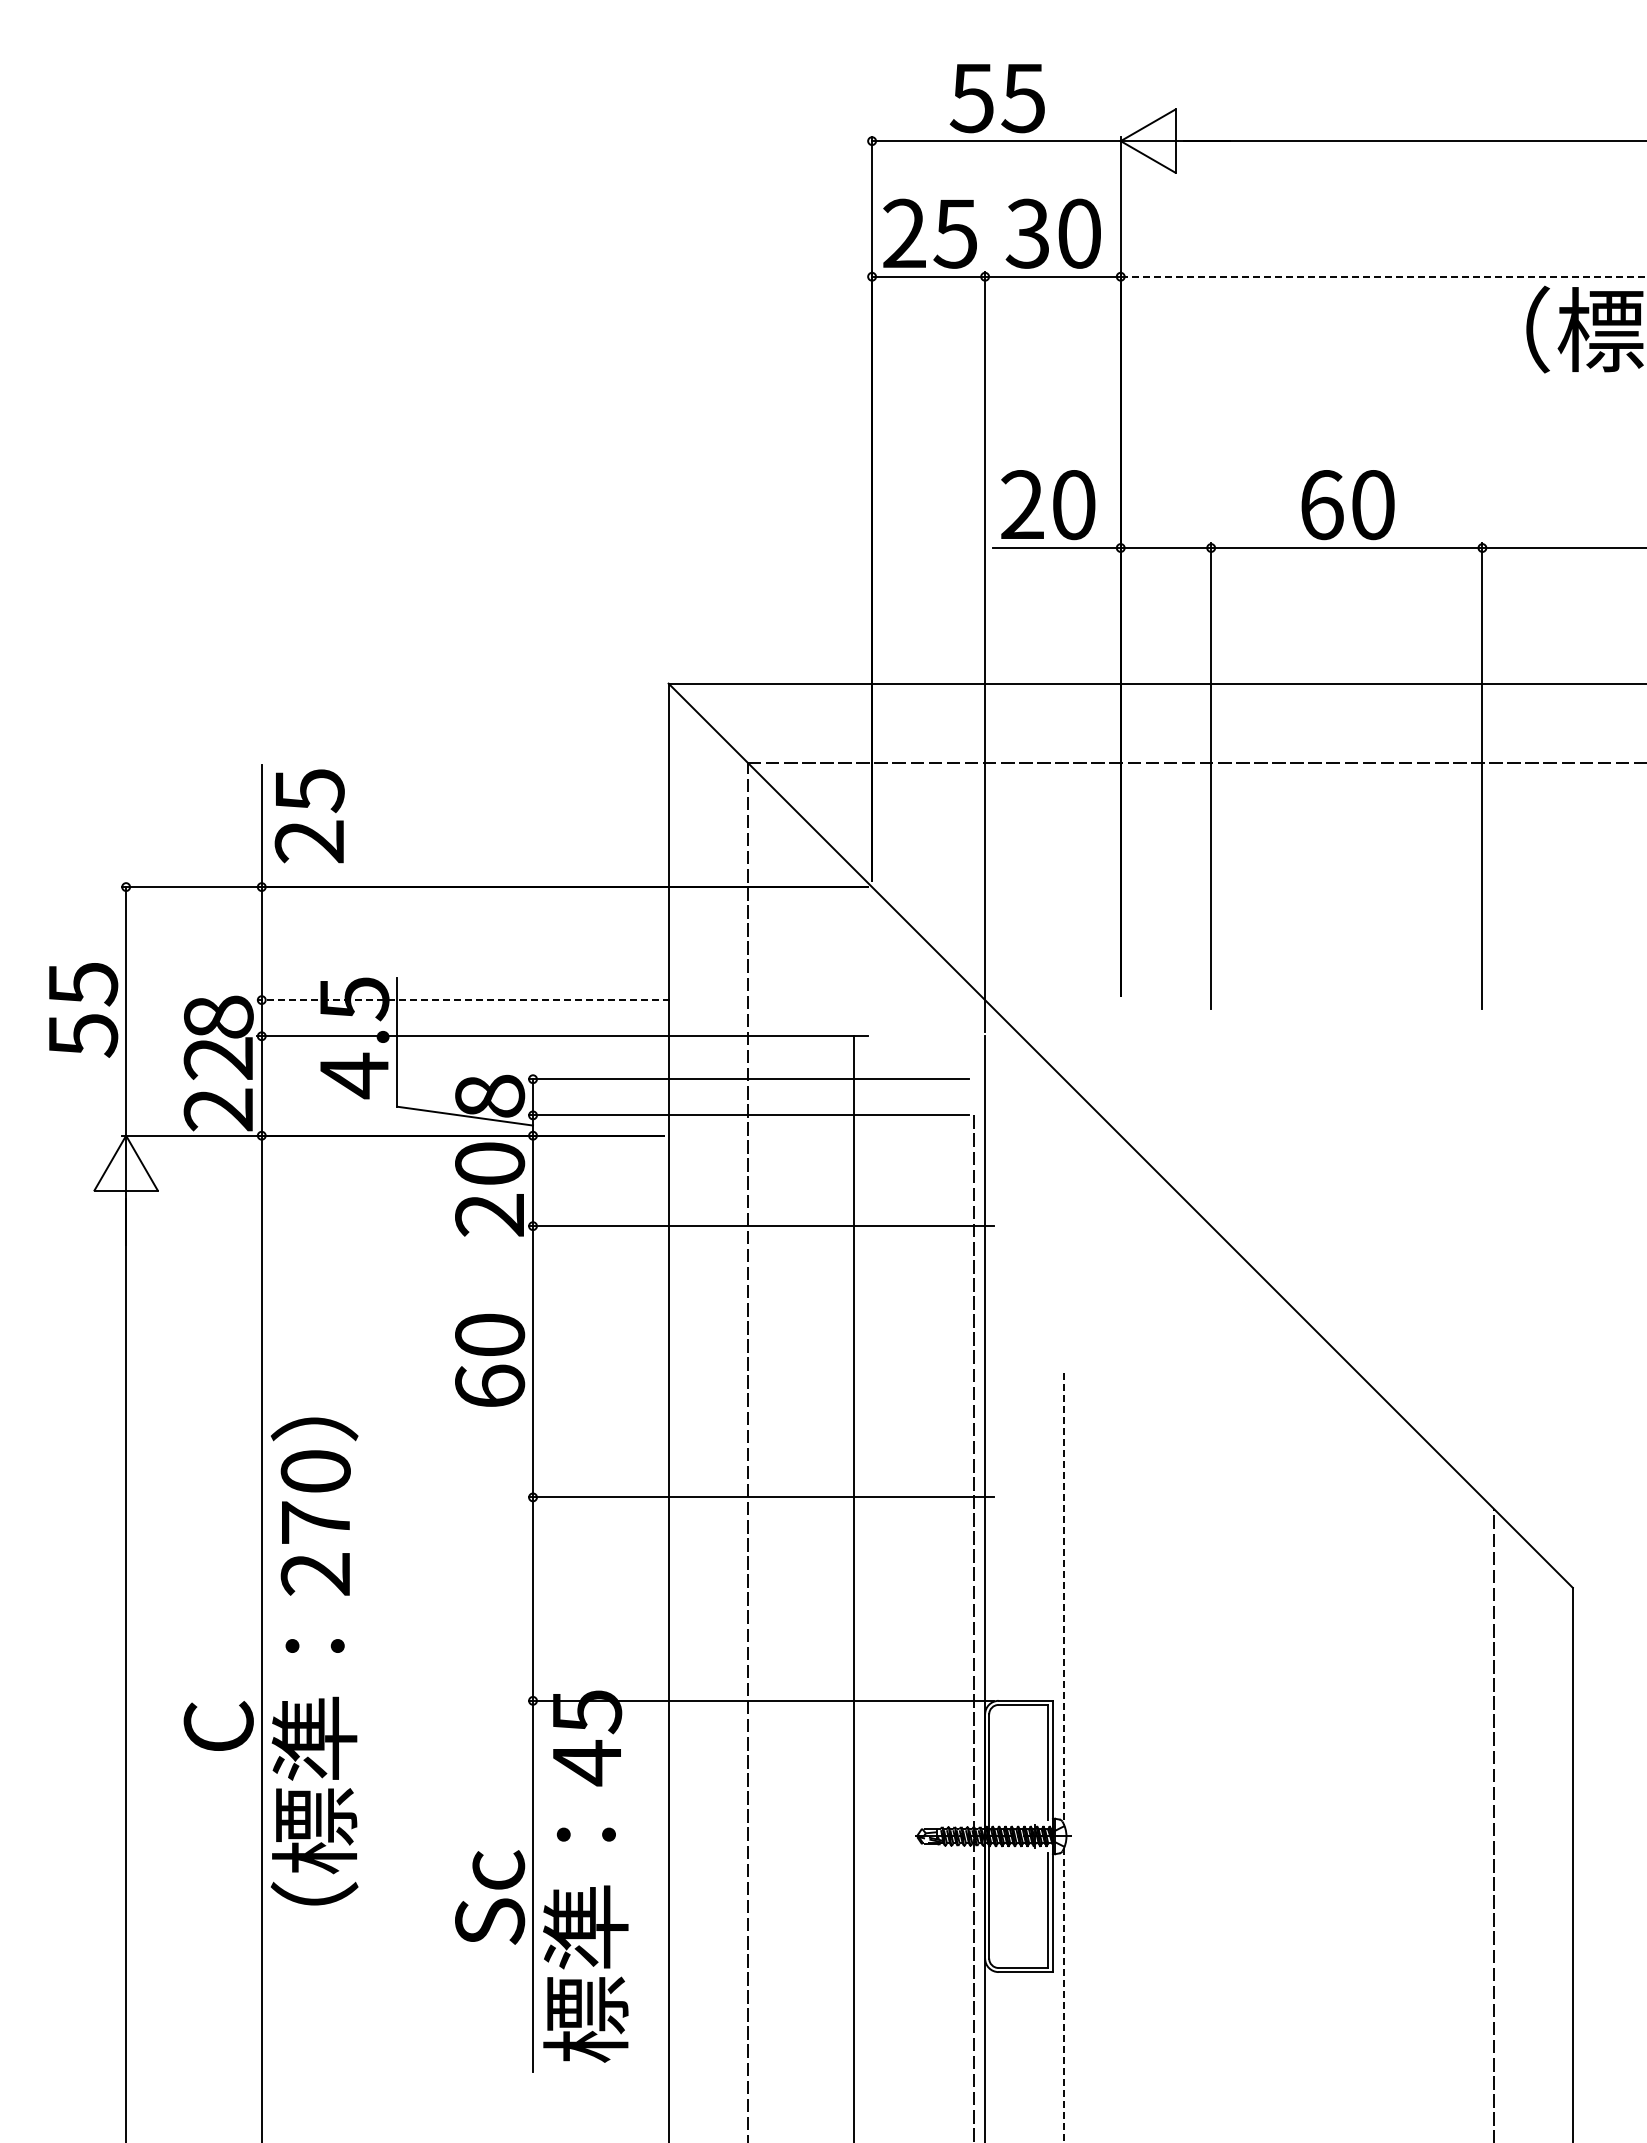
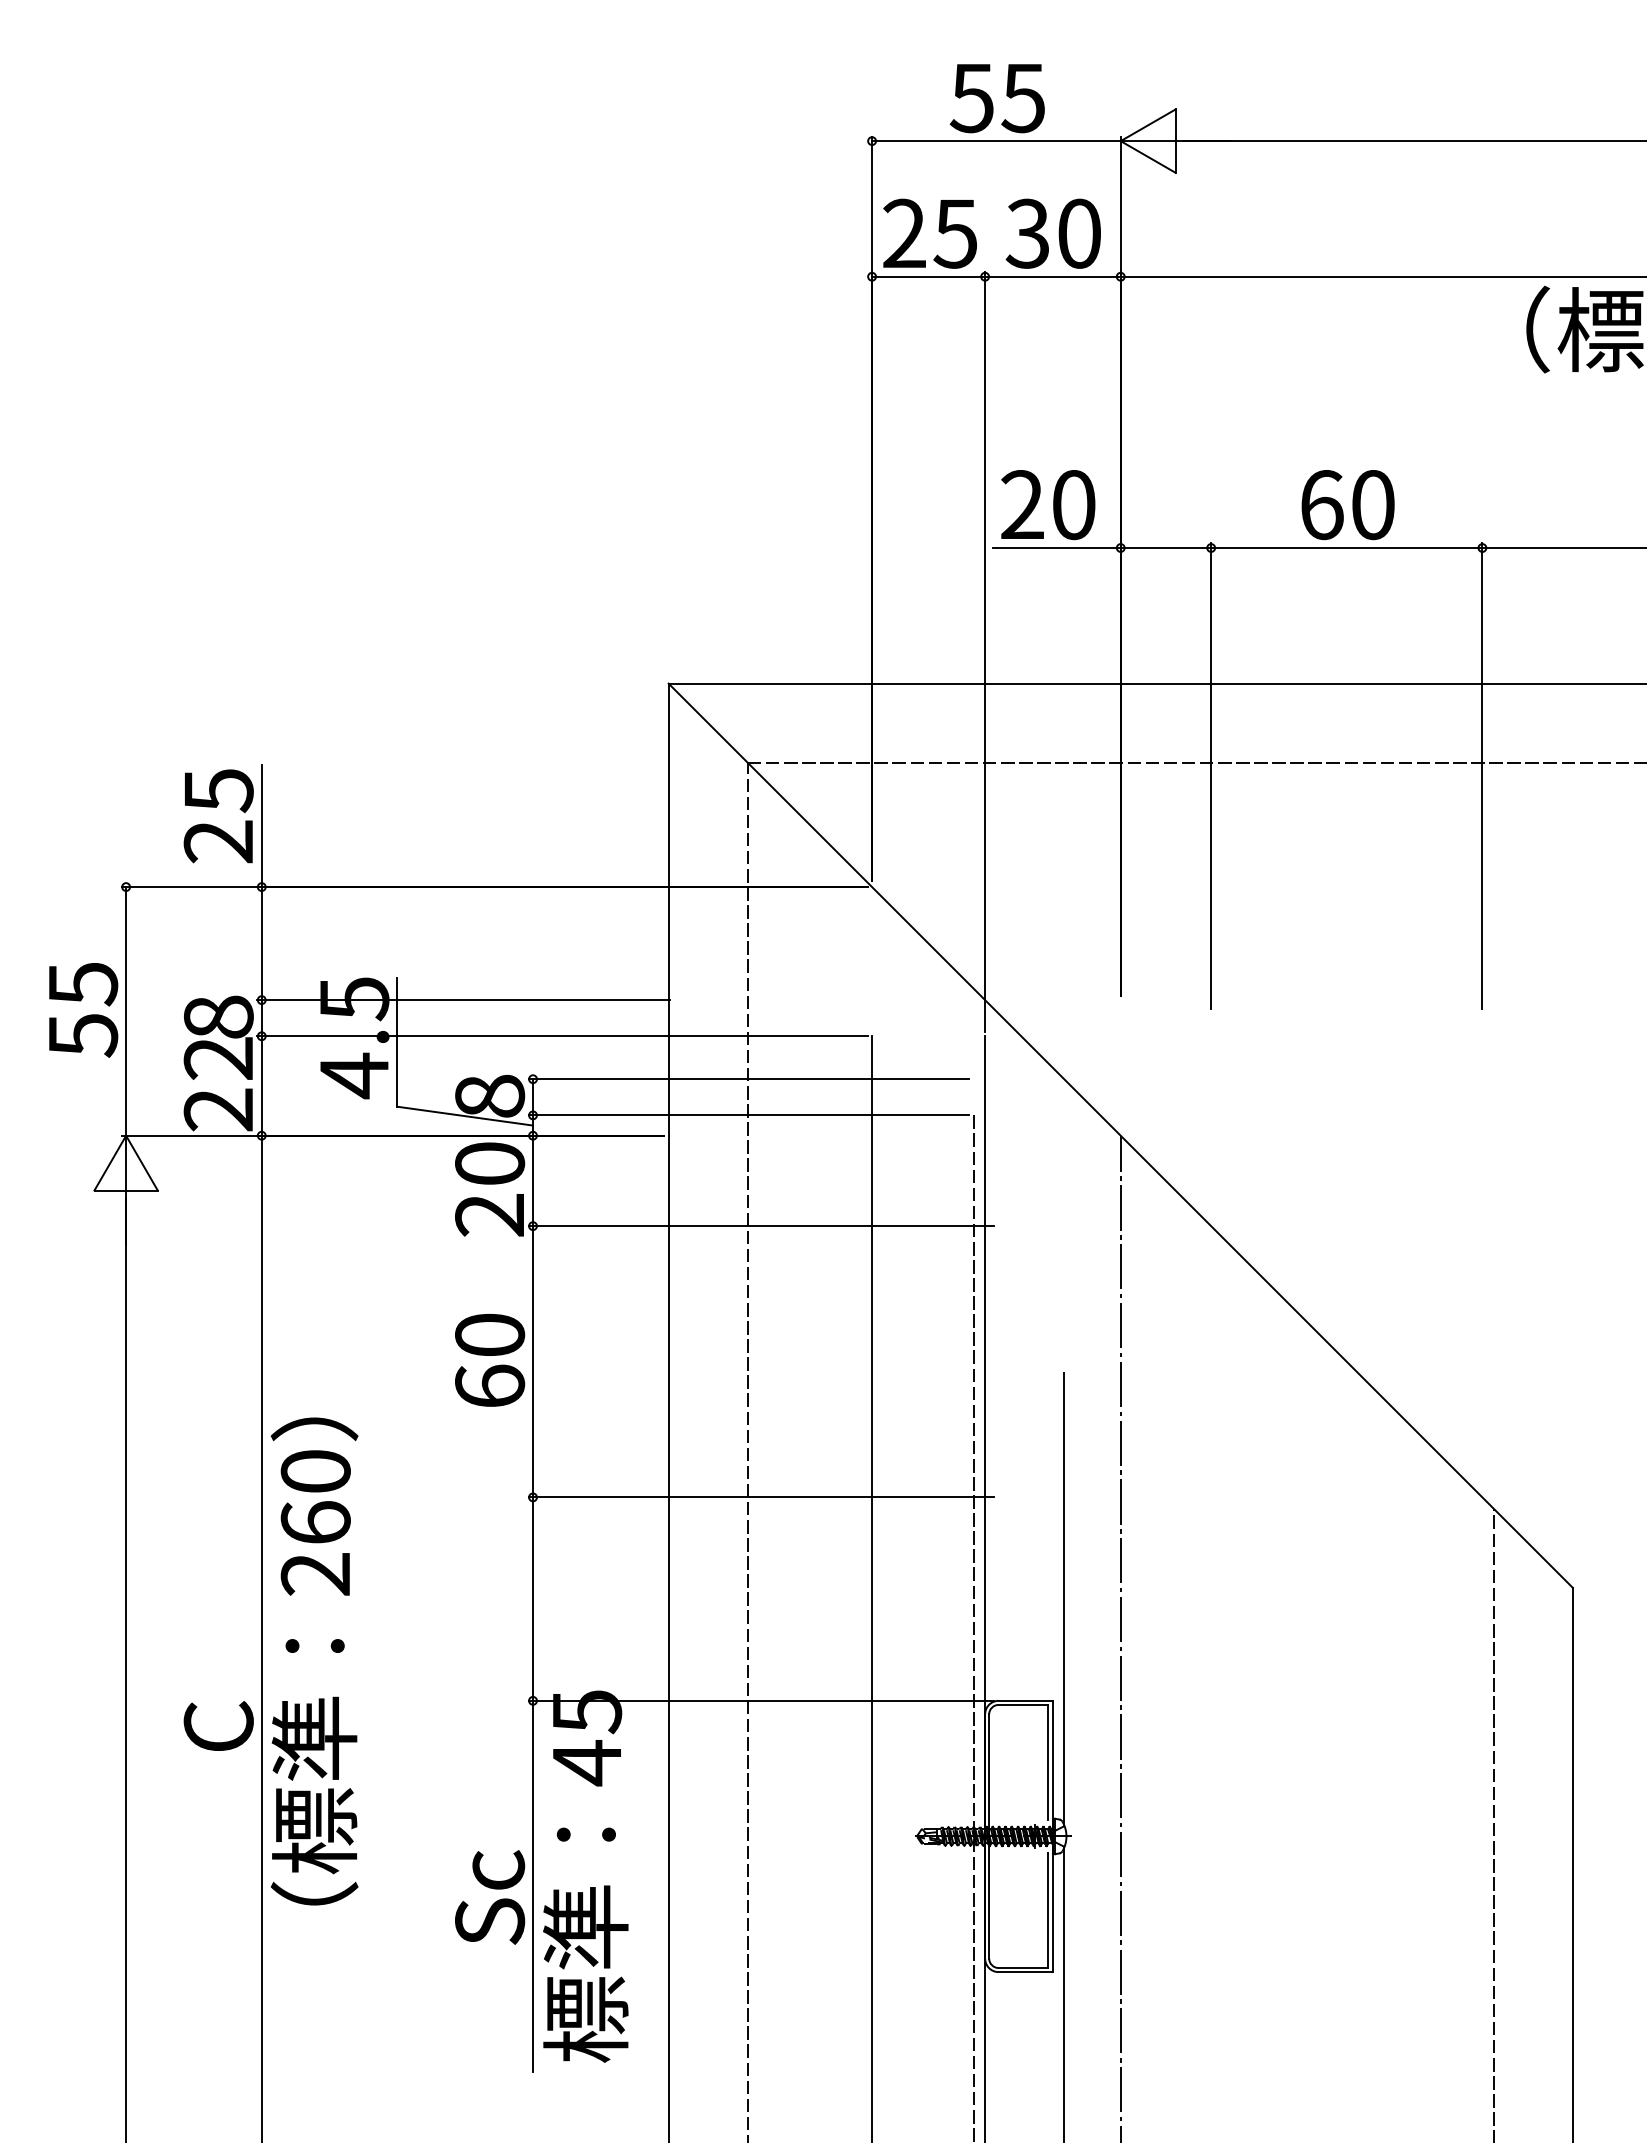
line at (1383, 276): dashed -> solid
text at (309, 816) position: (309, 816) -> (218, 816)
line at (463, 1000): dashed -> solid
text at (315, 1522): 270 -> 260
line at (854, 1587) position: (854, 1587) -> (872, 1587)
line at (1064, 1599): dashed -> solid
line at (1120, 1637): none -> present
line at (1064, 1995): dashed -> solid
